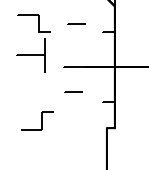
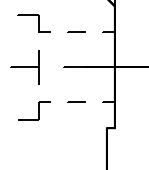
line at (76, 23) position: (76, 23) -> (76, 31)
part at (30, 55) position: (30, 55) -> (24, 67)
line at (73, 91) position: (73, 91) -> (76, 101)
part at (37, 120) position: (37, 120) -> (34, 110)
